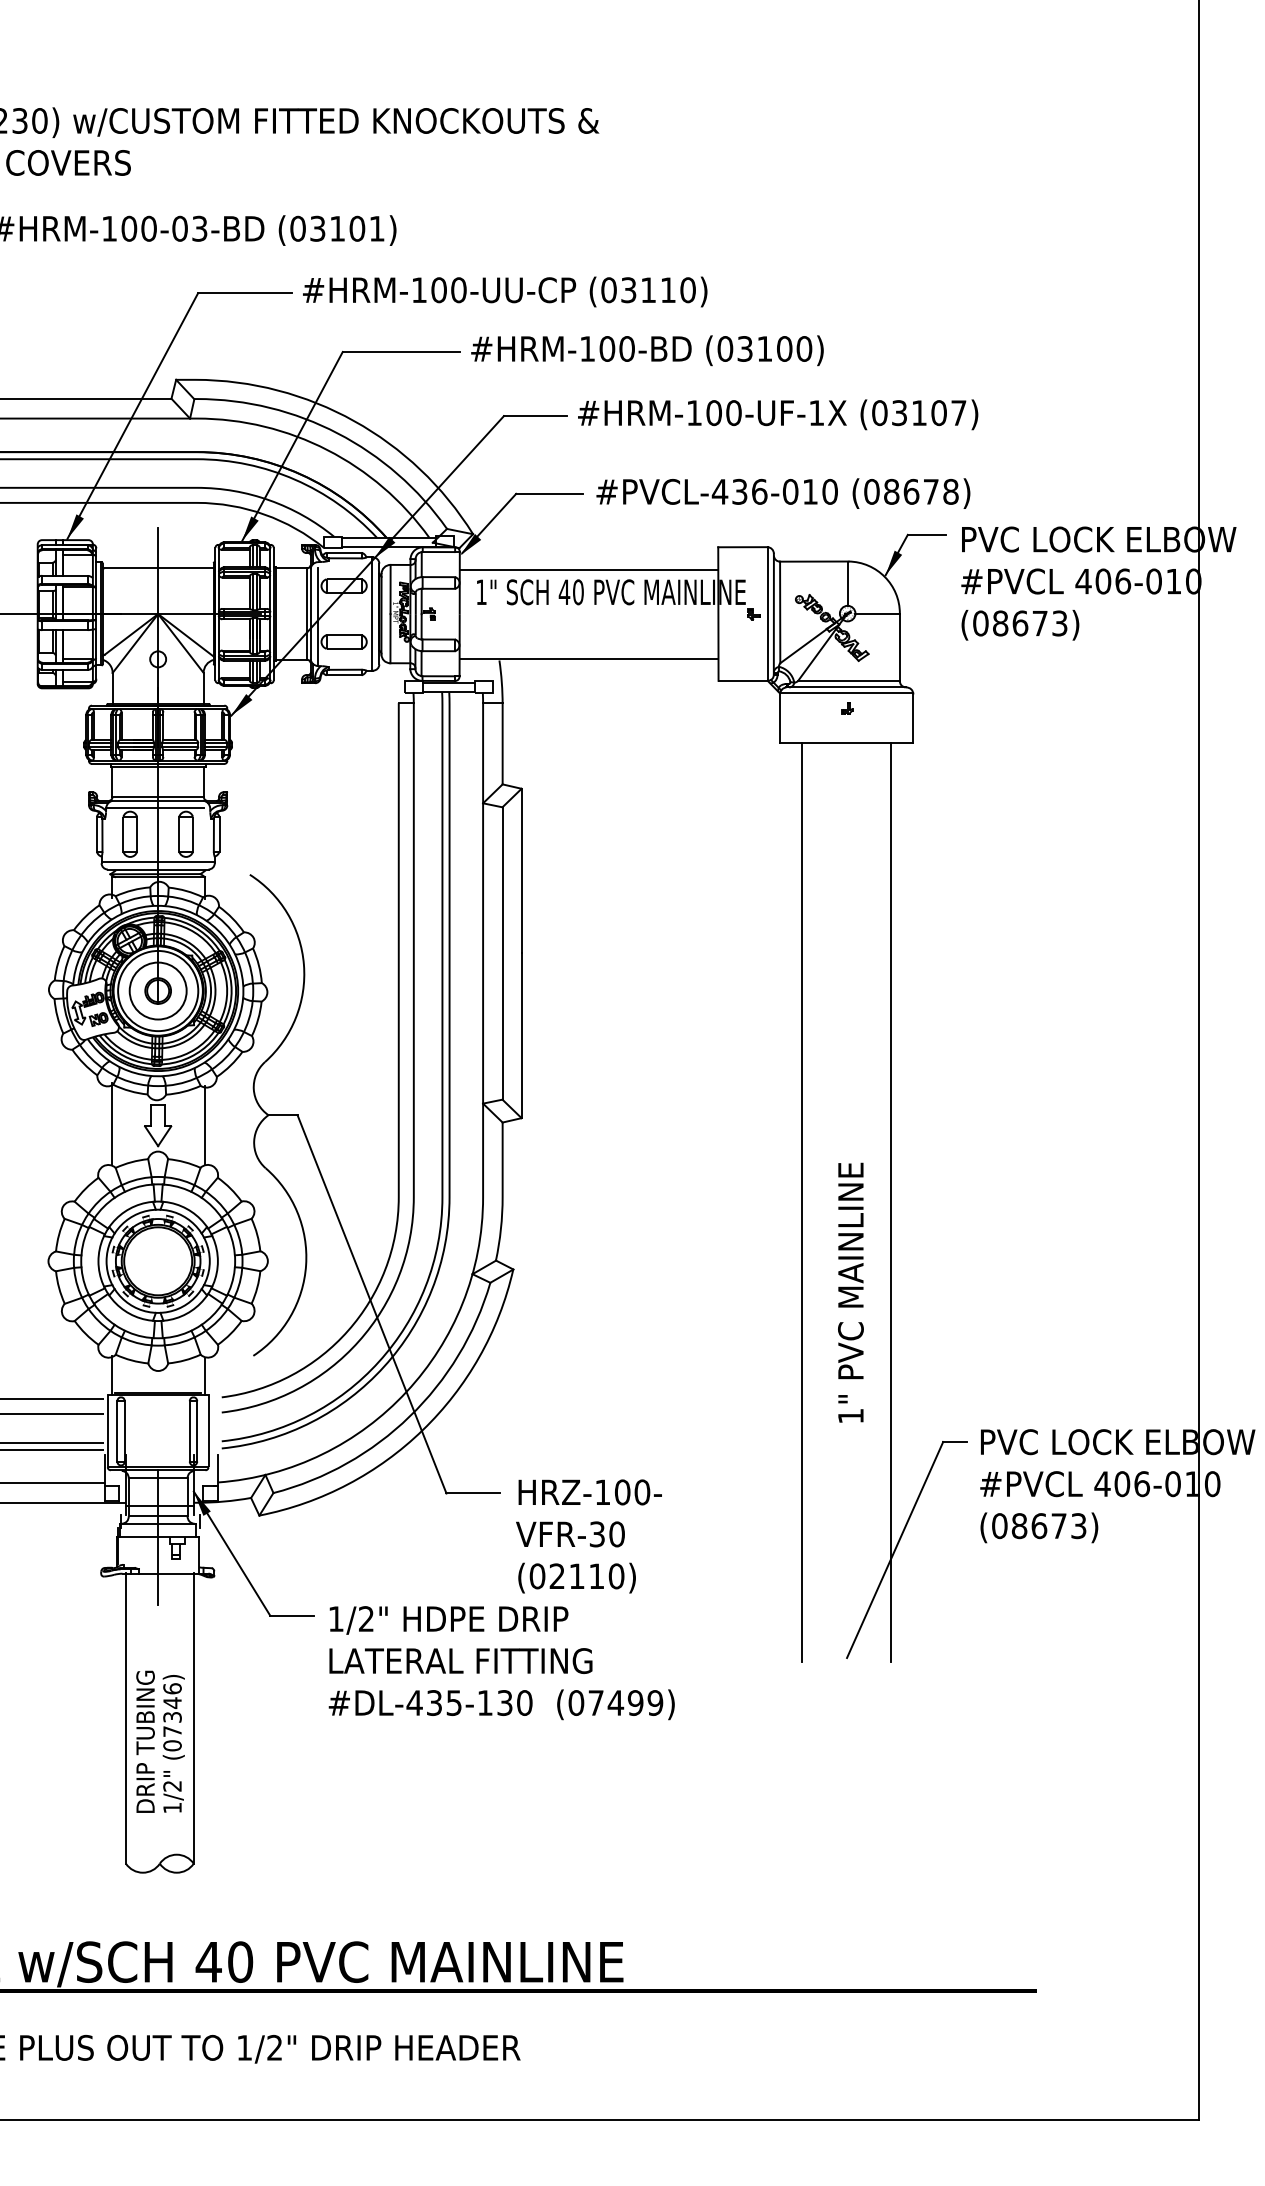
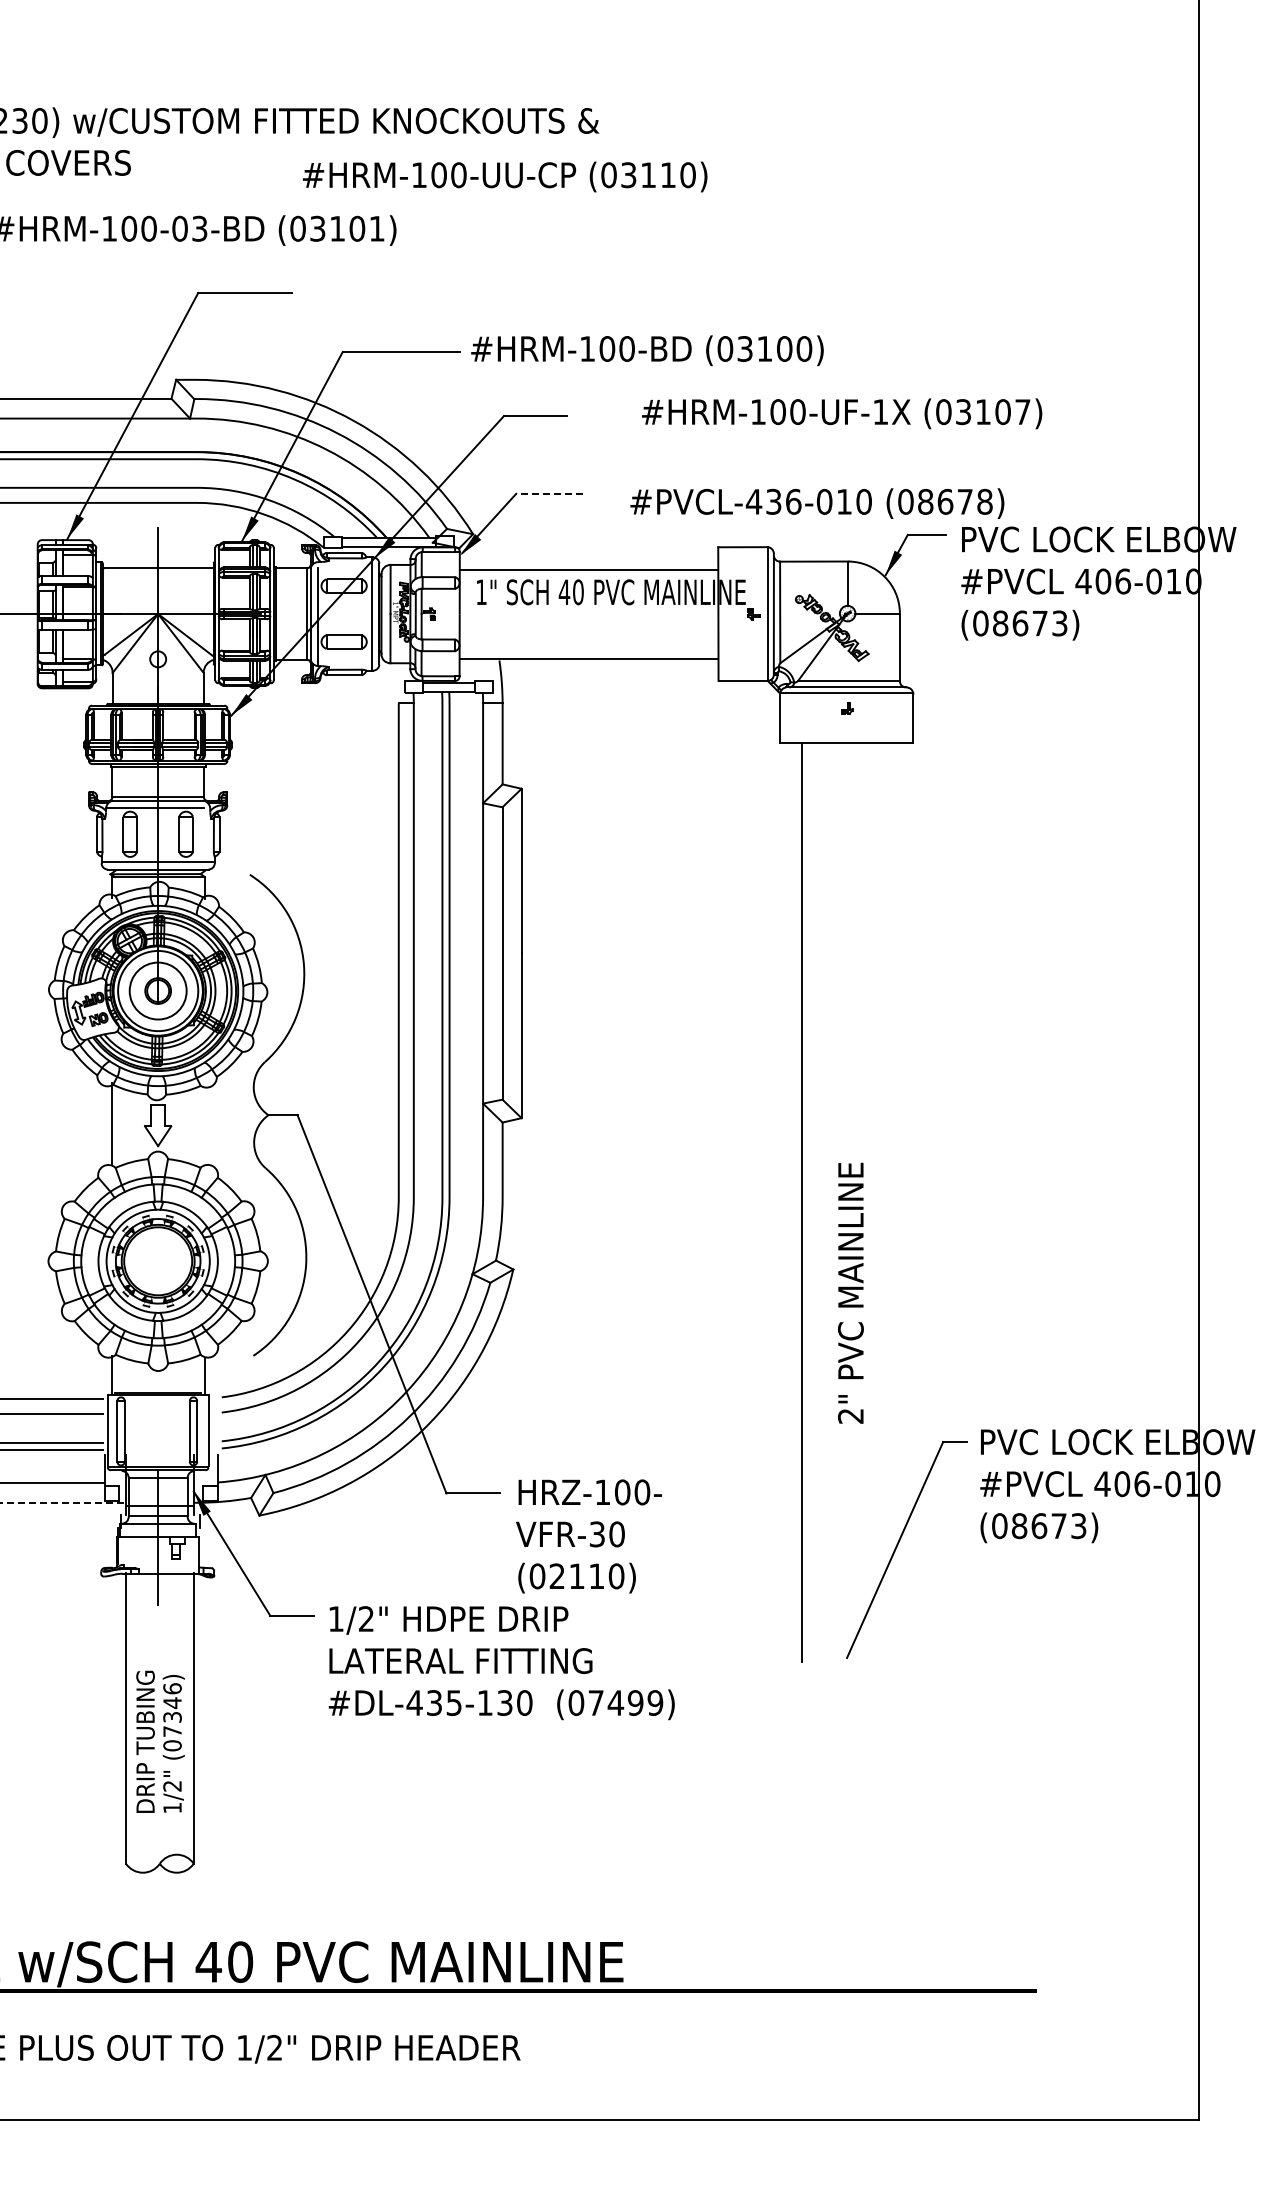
text at (505, 291) position: (505, 291) -> (505, 176)
text at (778, 414) position: (778, 414) -> (842, 413)
line at (549, 493): solid -> dashed
text at (783, 493) position: (783, 493) -> (817, 503)
line at (204, 1125): present -> none
line at (890, 1202): present -> none
text at (850, 1416): 1" -> 2"
line at (63, 1502): solid -> dashed
